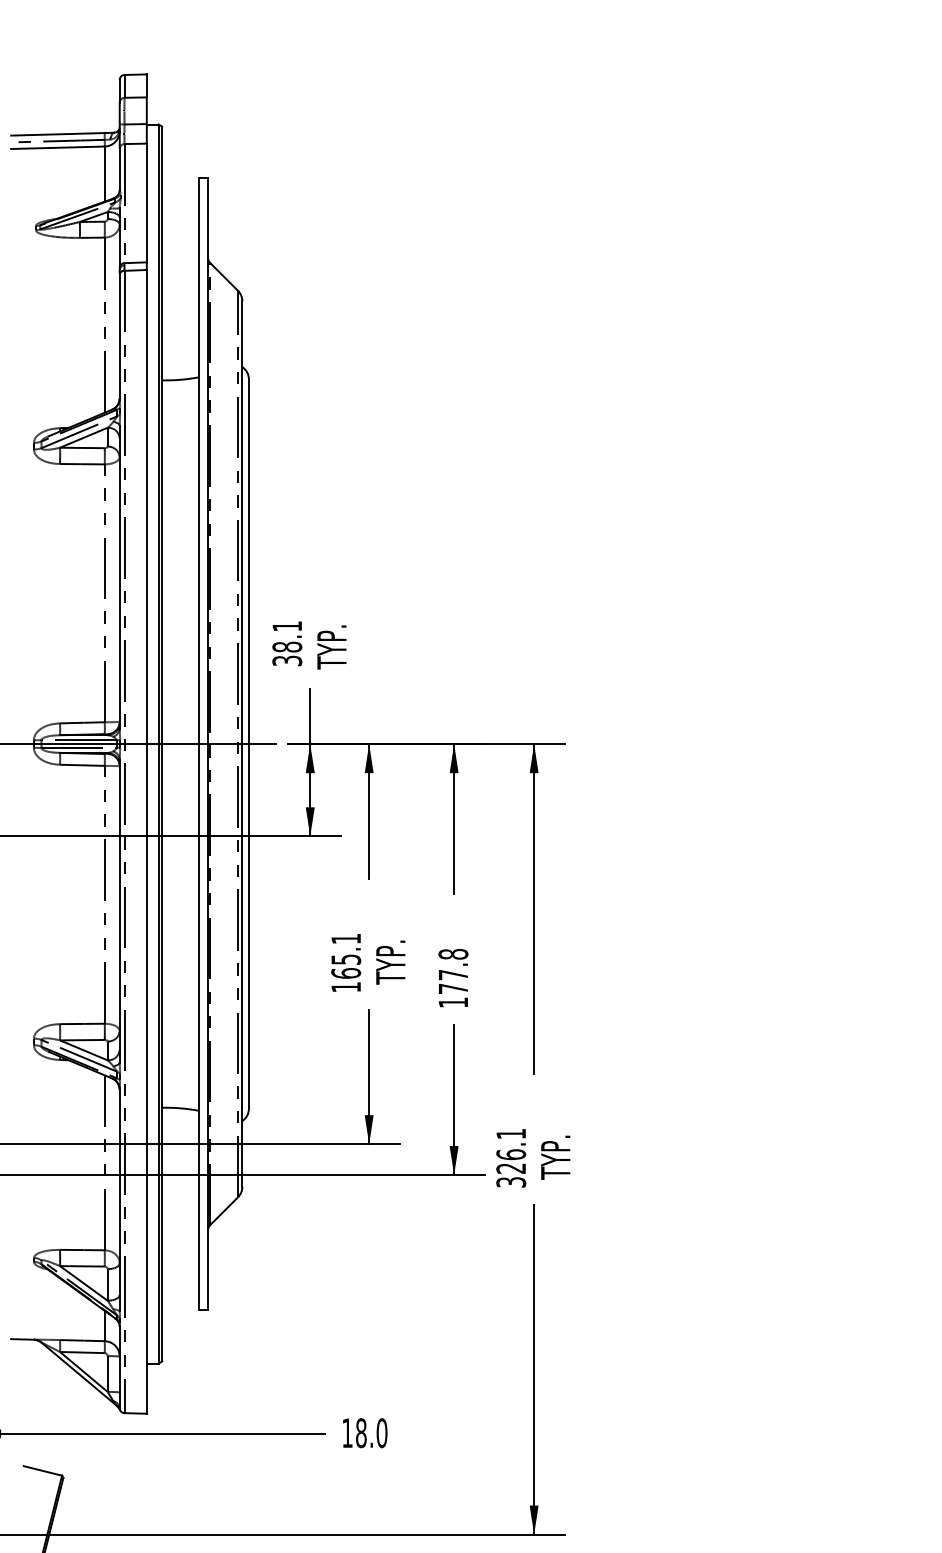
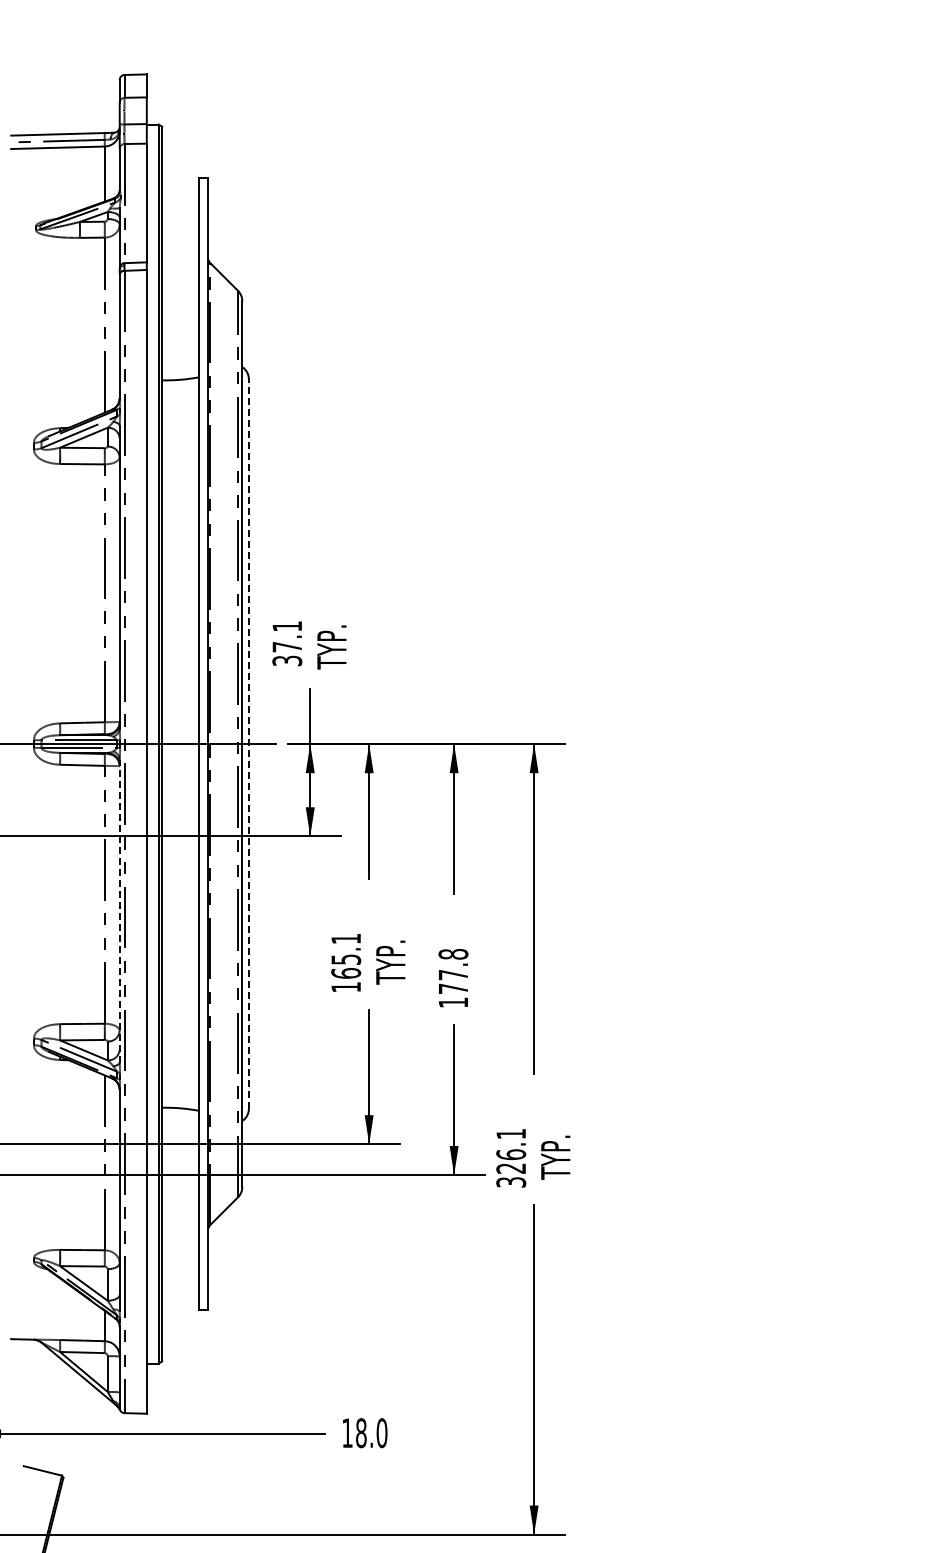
text at (287, 646): 38.1 -> 37.1
line at (248, 744): solid -> dashed
line at (119, 910): solid -> dashed
